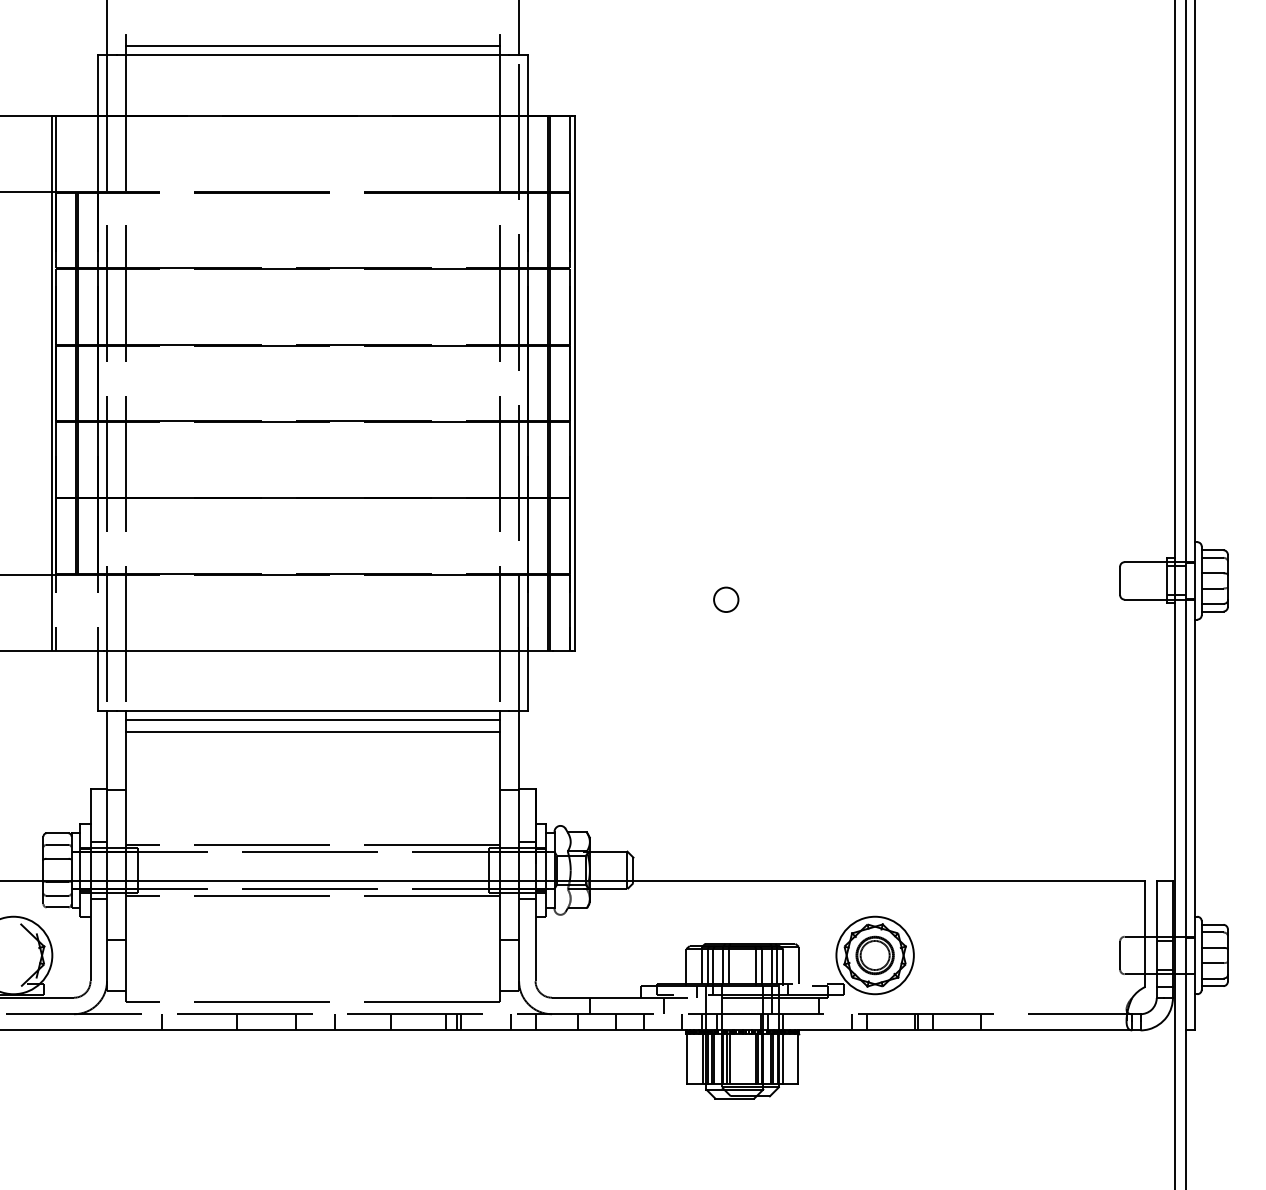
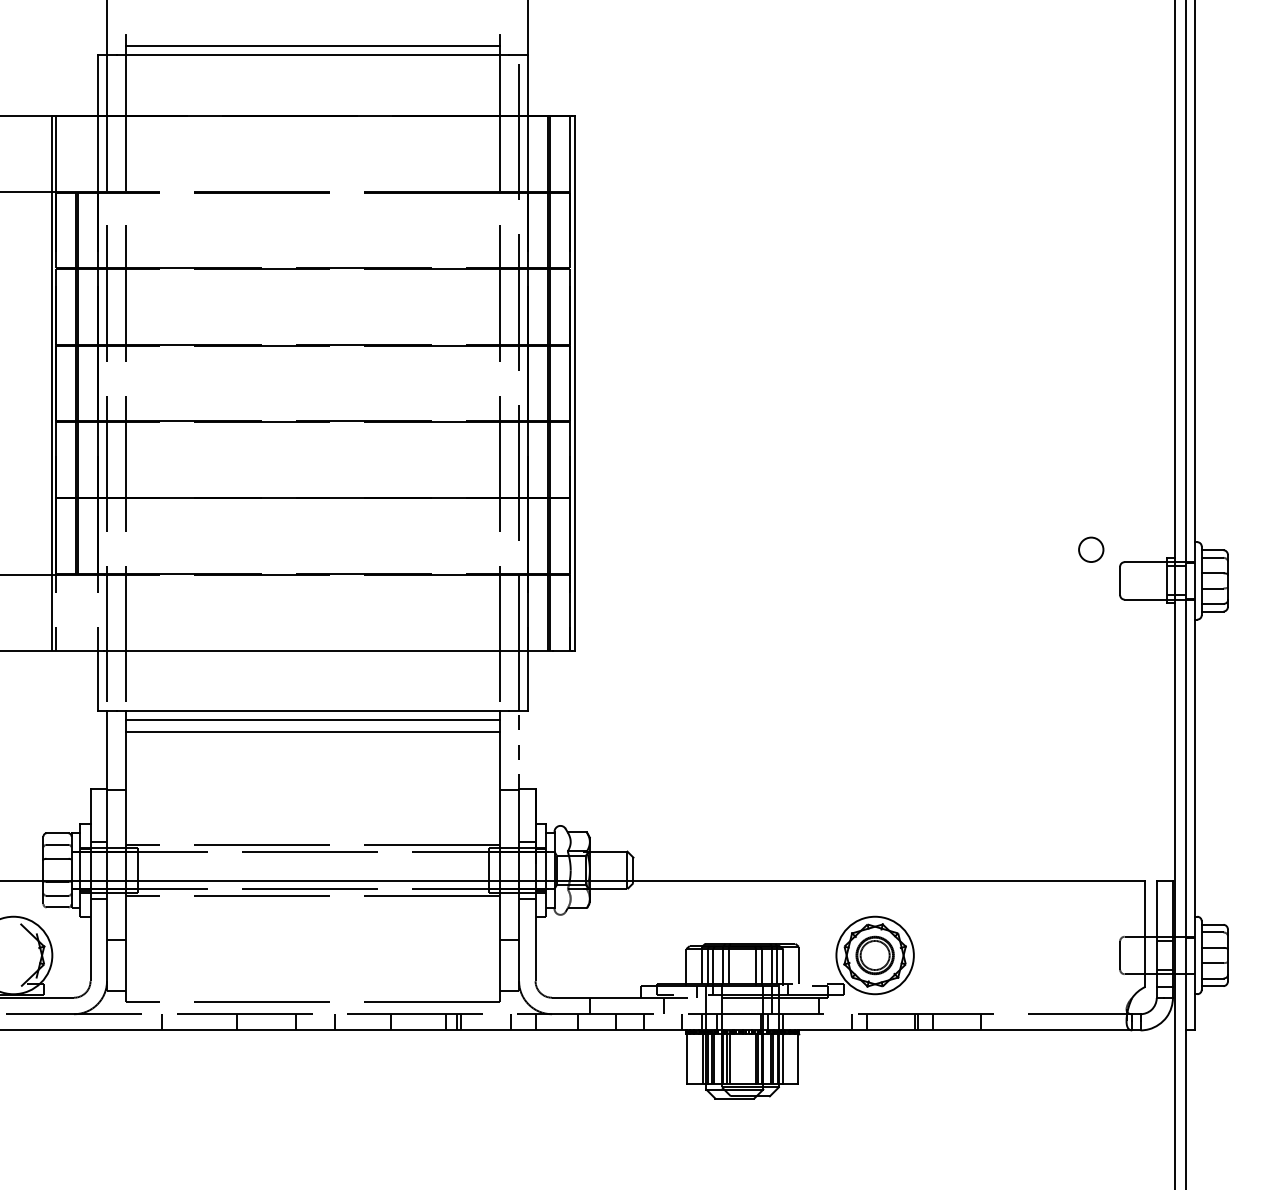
line at (519, 28) position: (519, 28) -> (528, 28)
circle at (726, 599) position: (726, 599) -> (1091, 549)
line at (519, 749): solid -> dashed
